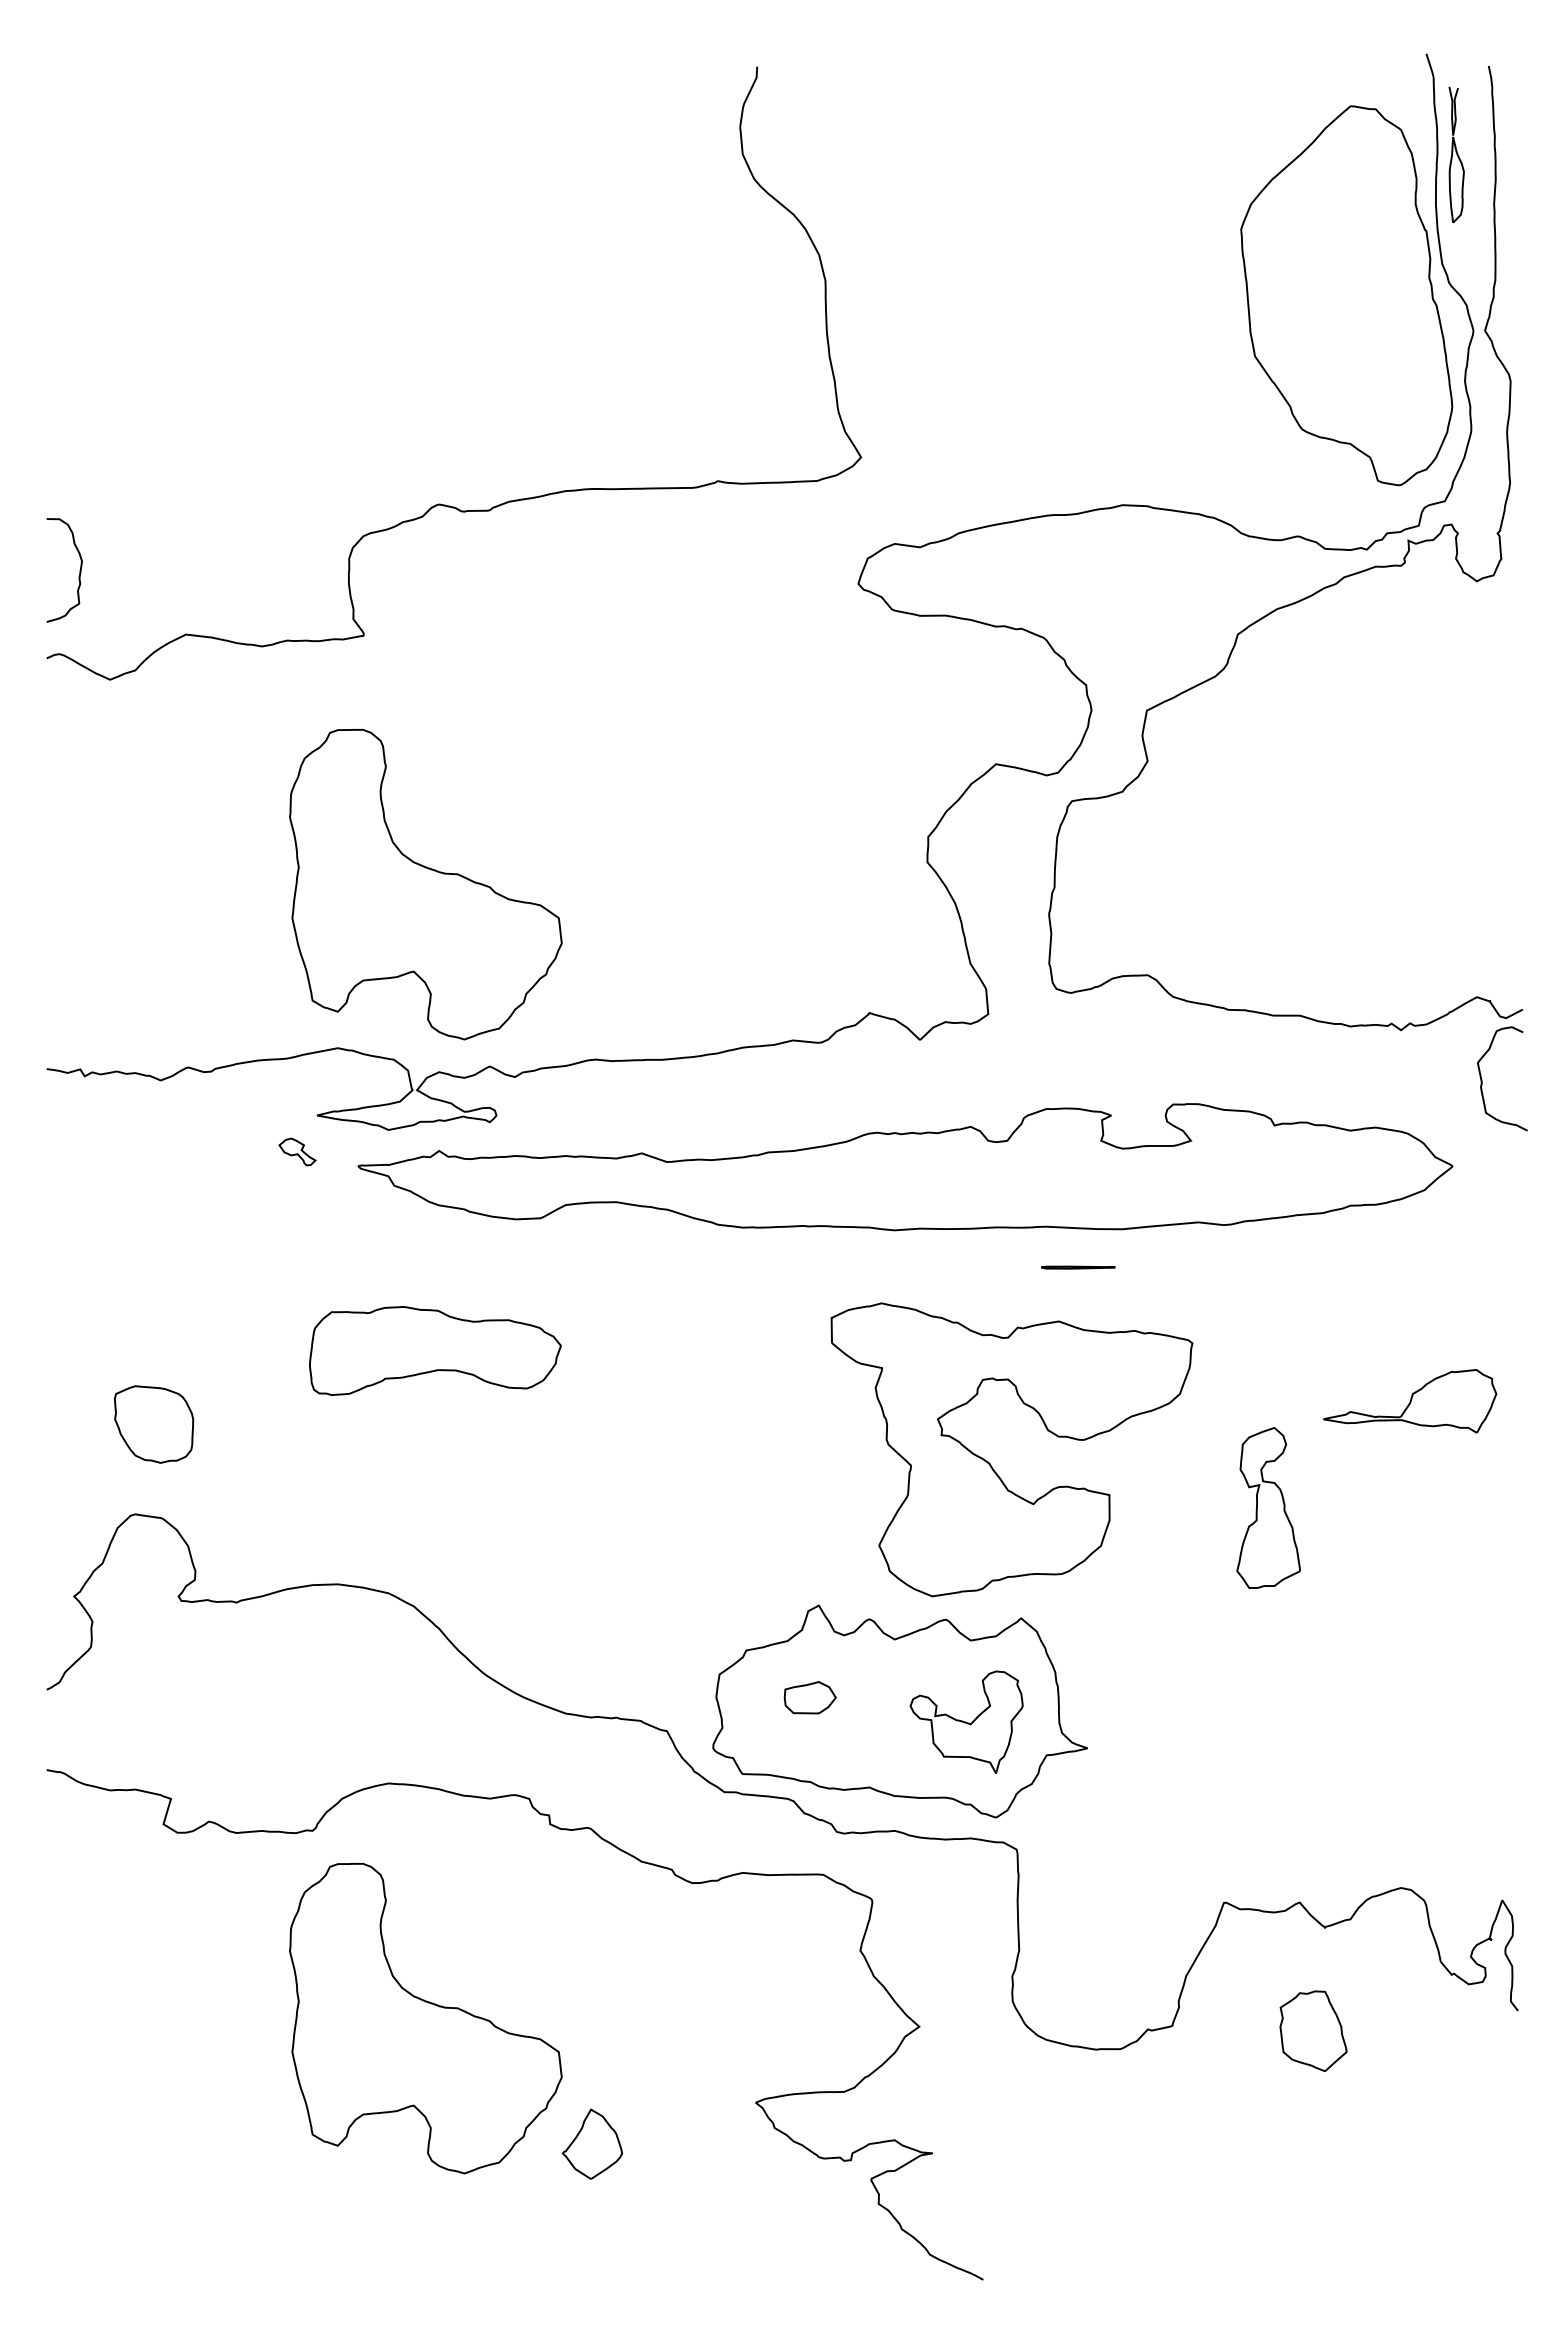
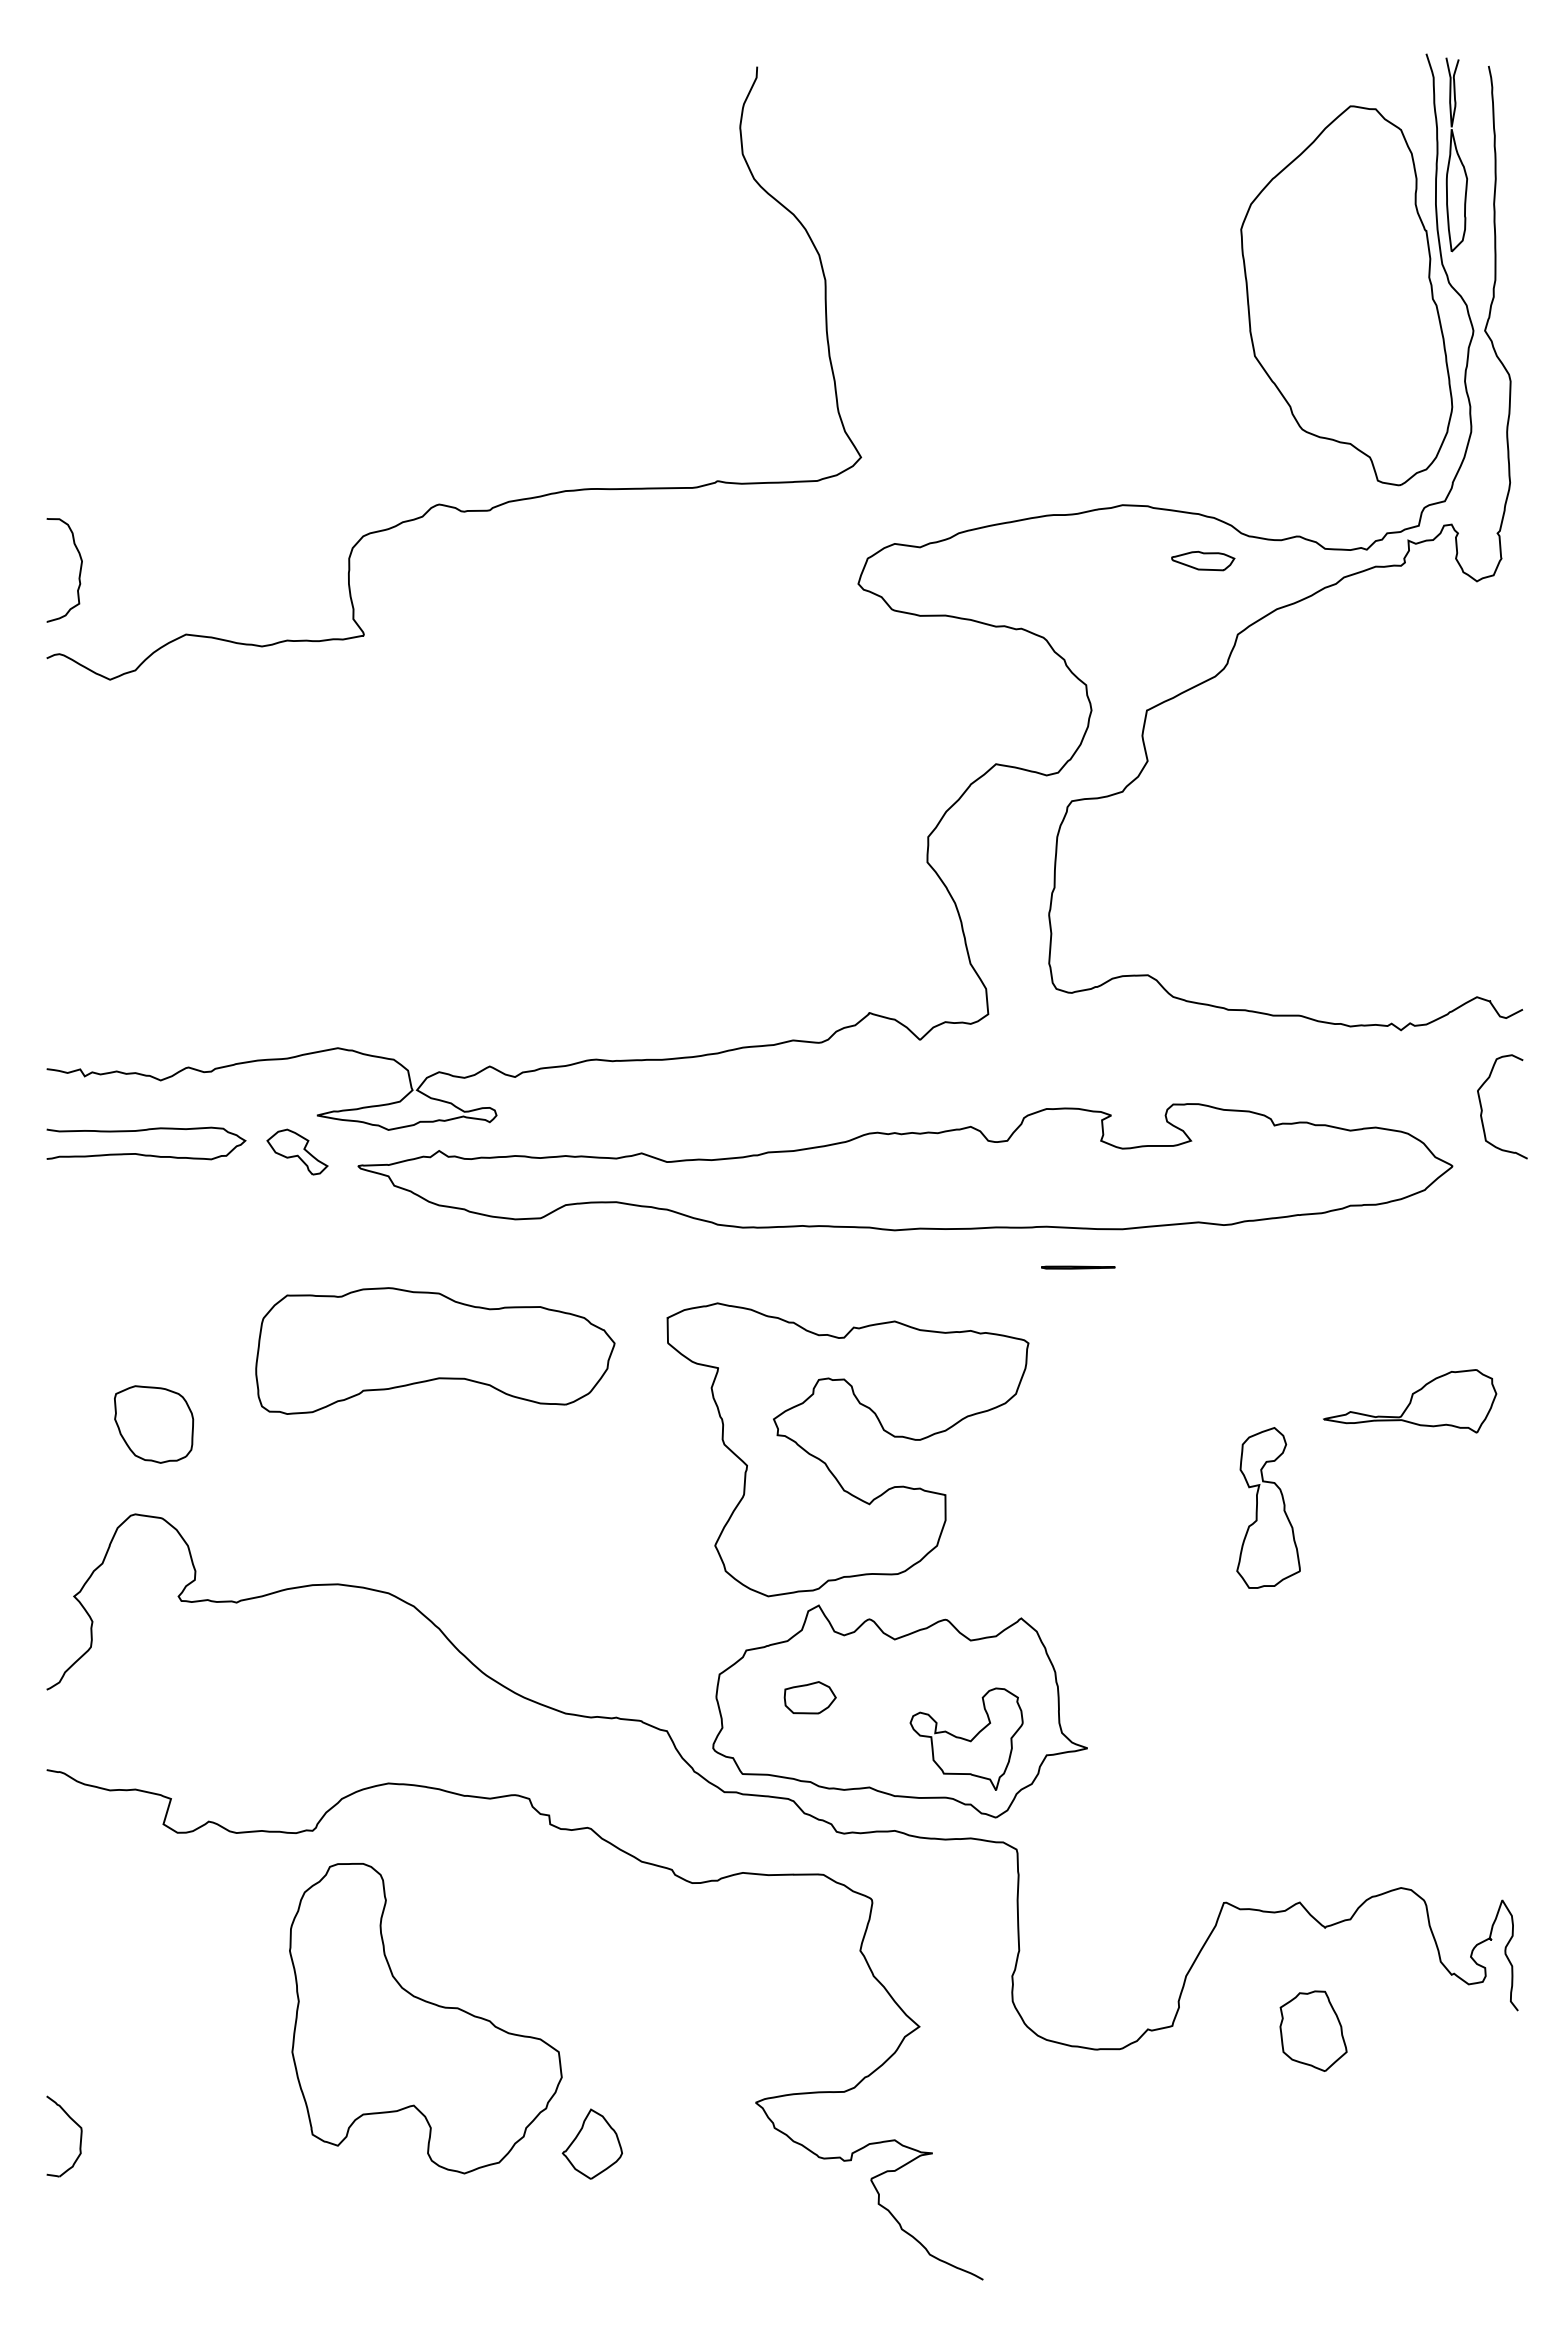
part at (1456, 154) size: 17x138 px -> 23x196 px
part at (1203, 560): none -> present
part at (425, 884): present -> none
curve at (1482, 1079) position: (1482, 1079) -> (1482, 1107)
part at (297, 1151) size: 39x30 px -> 63x48 px
curve at (146, 1154): none -> present
part at (435, 1350) size: 253x90 px -> 361x128 px
part at (990, 1463) position: (990, 1463) -> (826, 1463)
part at (966, 1721) position: (966, 1721) -> (966, 1738)
part at (80, 2136): none -> present
